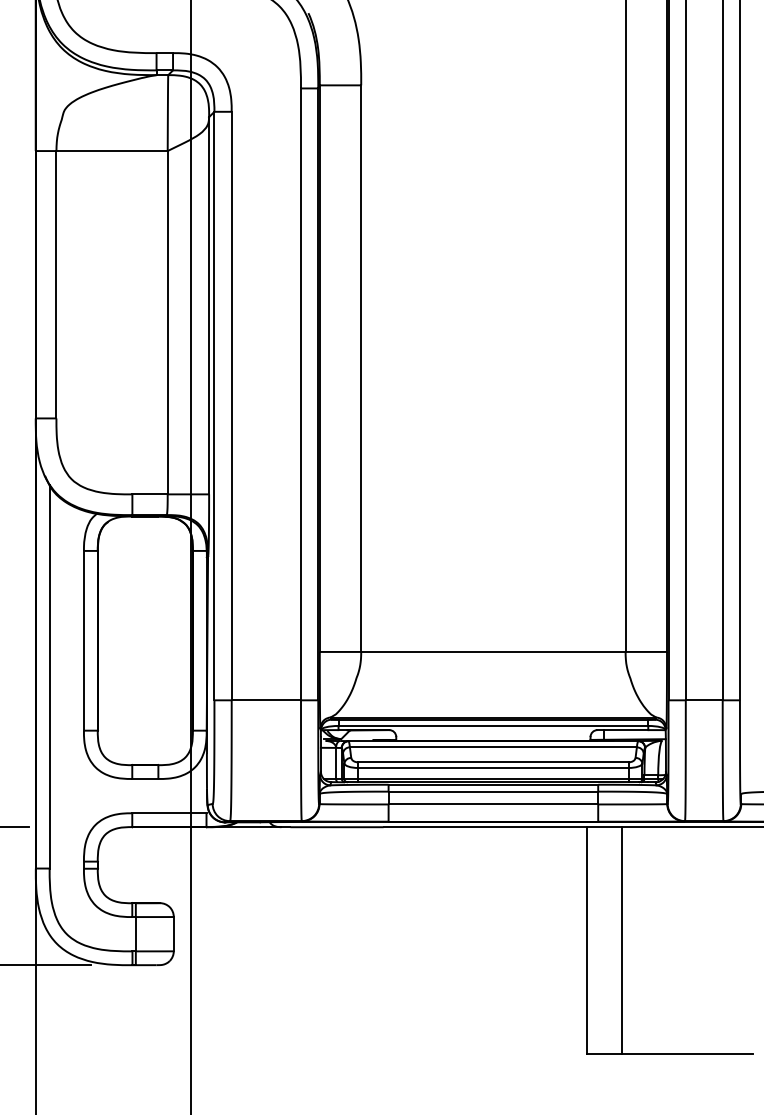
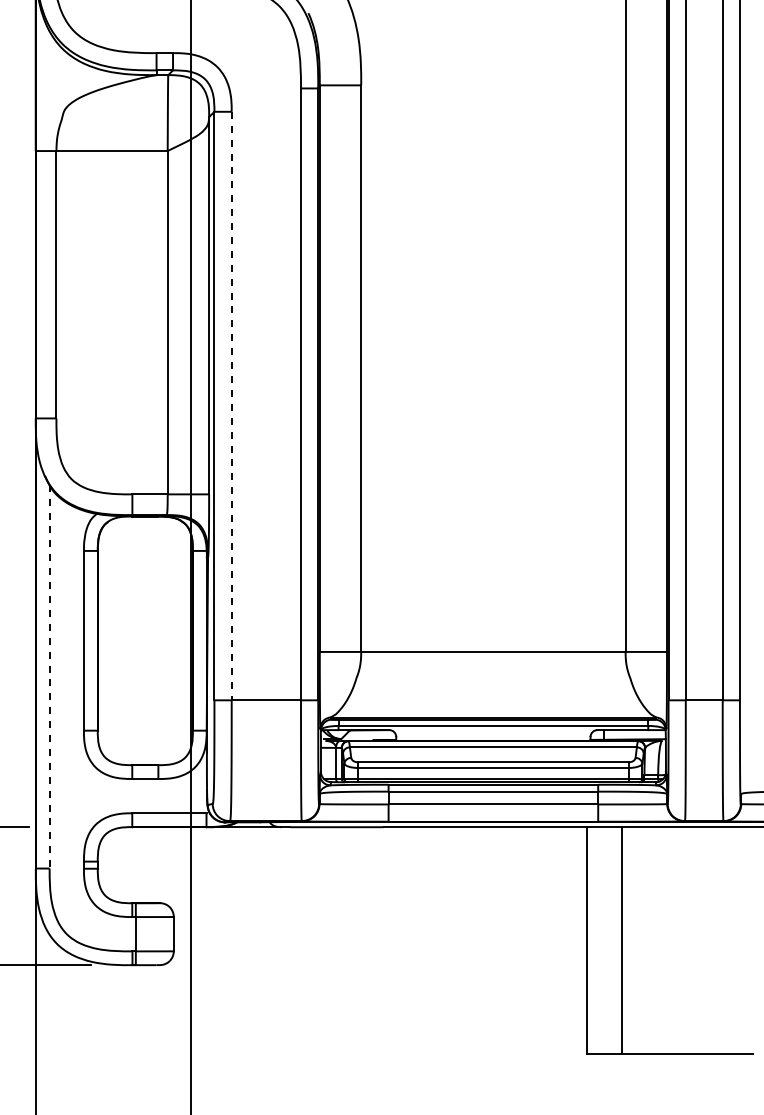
line at (231, 406): solid -> dashed
line at (49, 676): solid -> dashed
